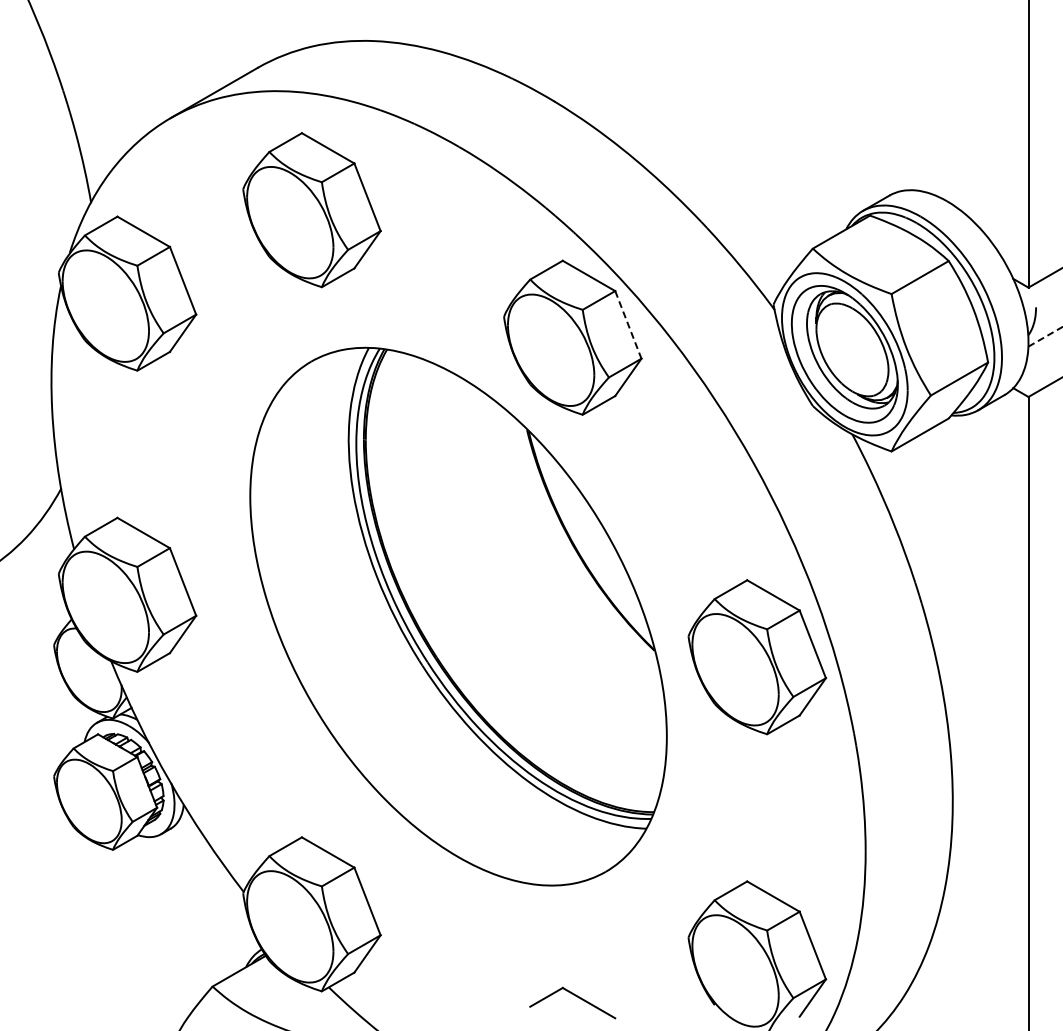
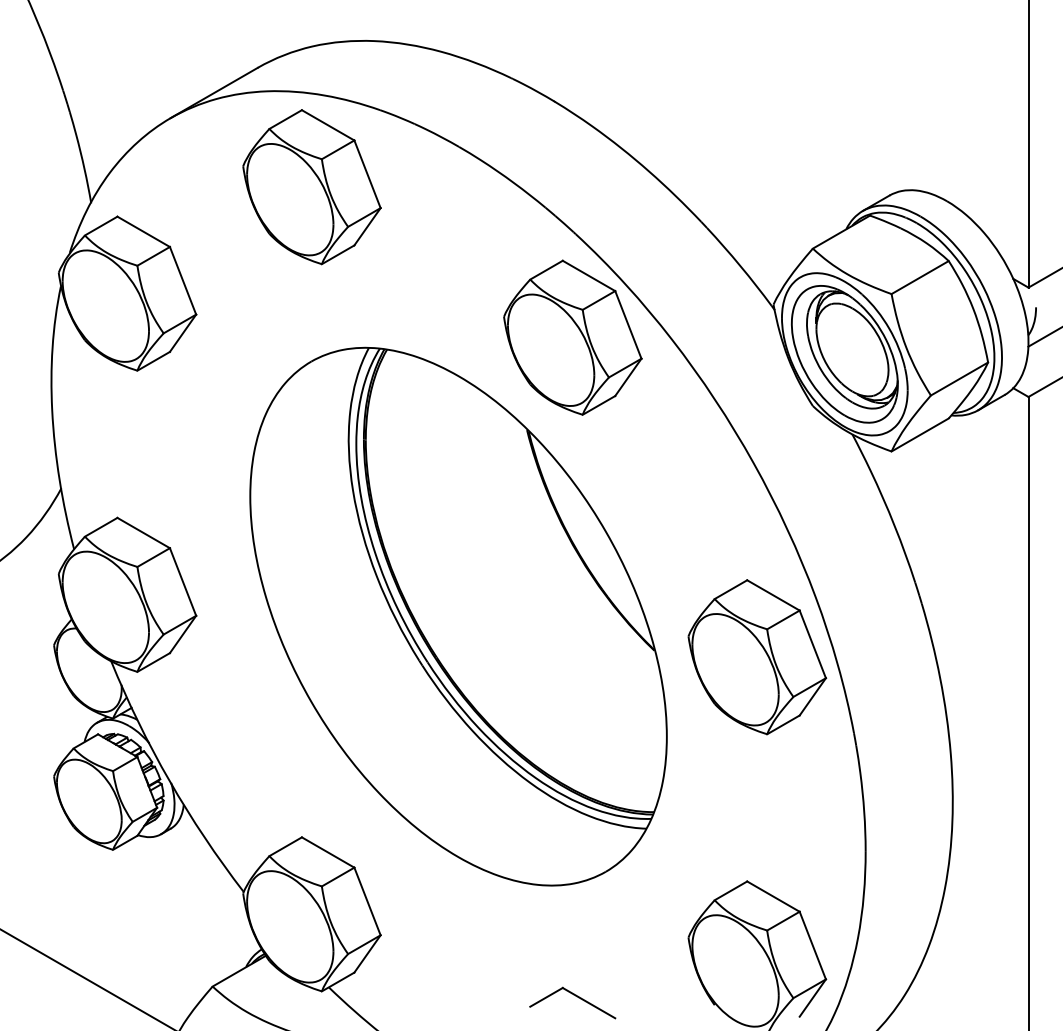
part at (311, 210) position: (311, 210) -> (311, 187)
line at (628, 325): dashed -> solid
line at (1045, 336): dashed -> solid
line at (86, 978): none -> present
